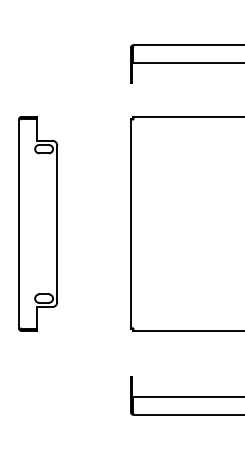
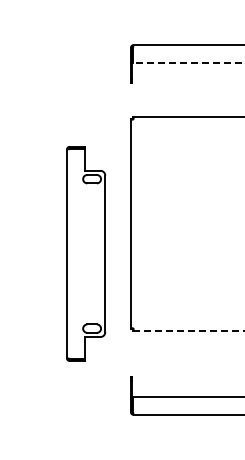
line at (188, 63): solid -> dashed
part at (38, 223) position: (38, 223) -> (86, 253)
line at (189, 330): solid -> dashed
